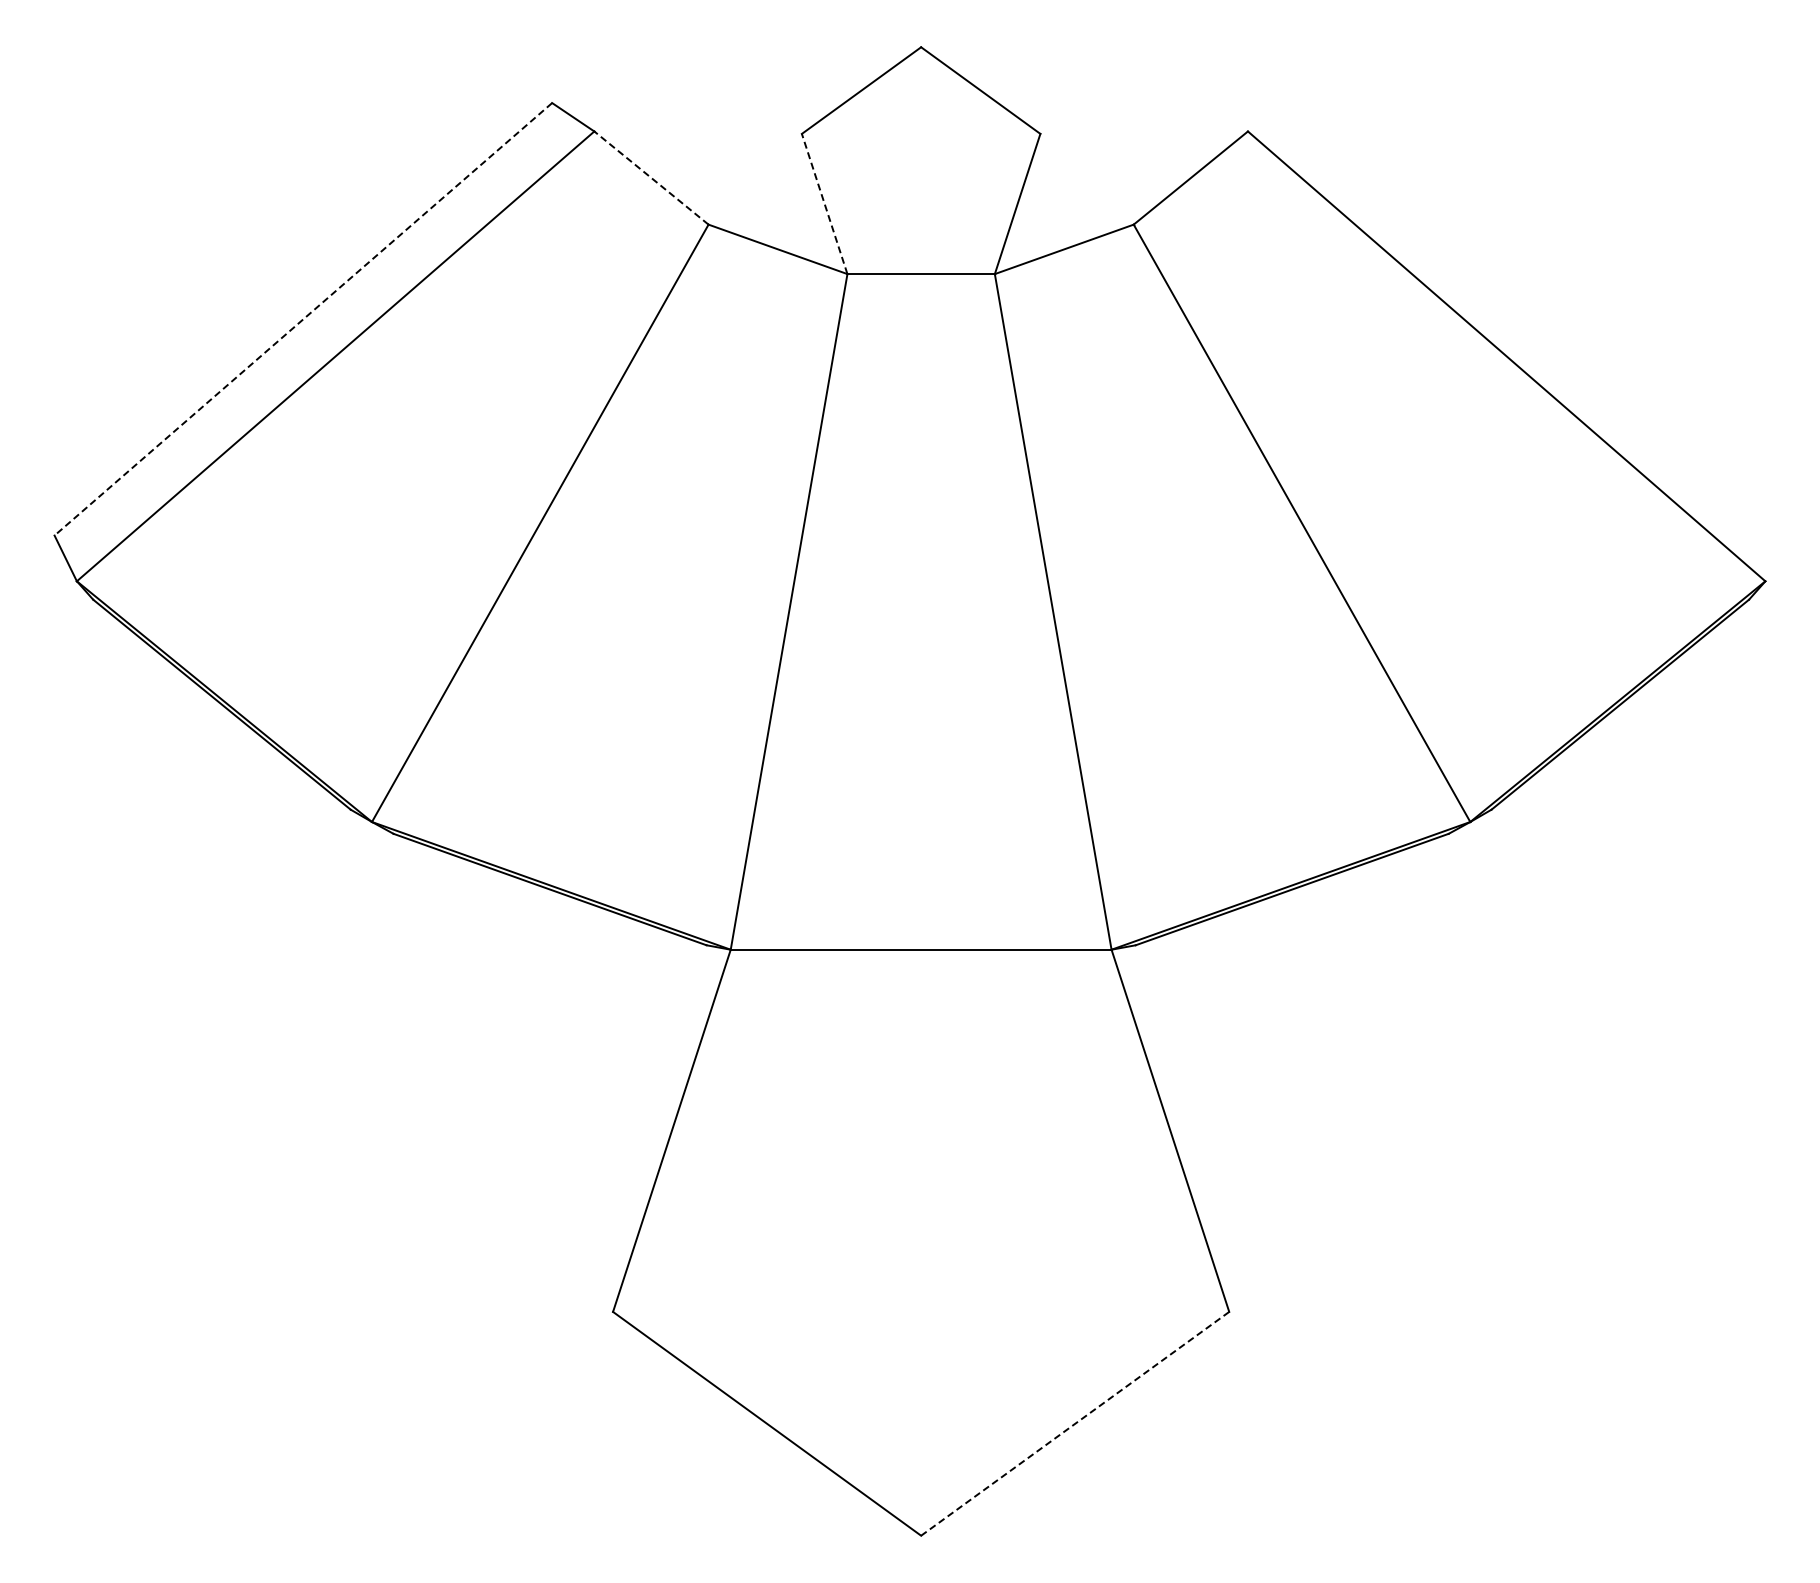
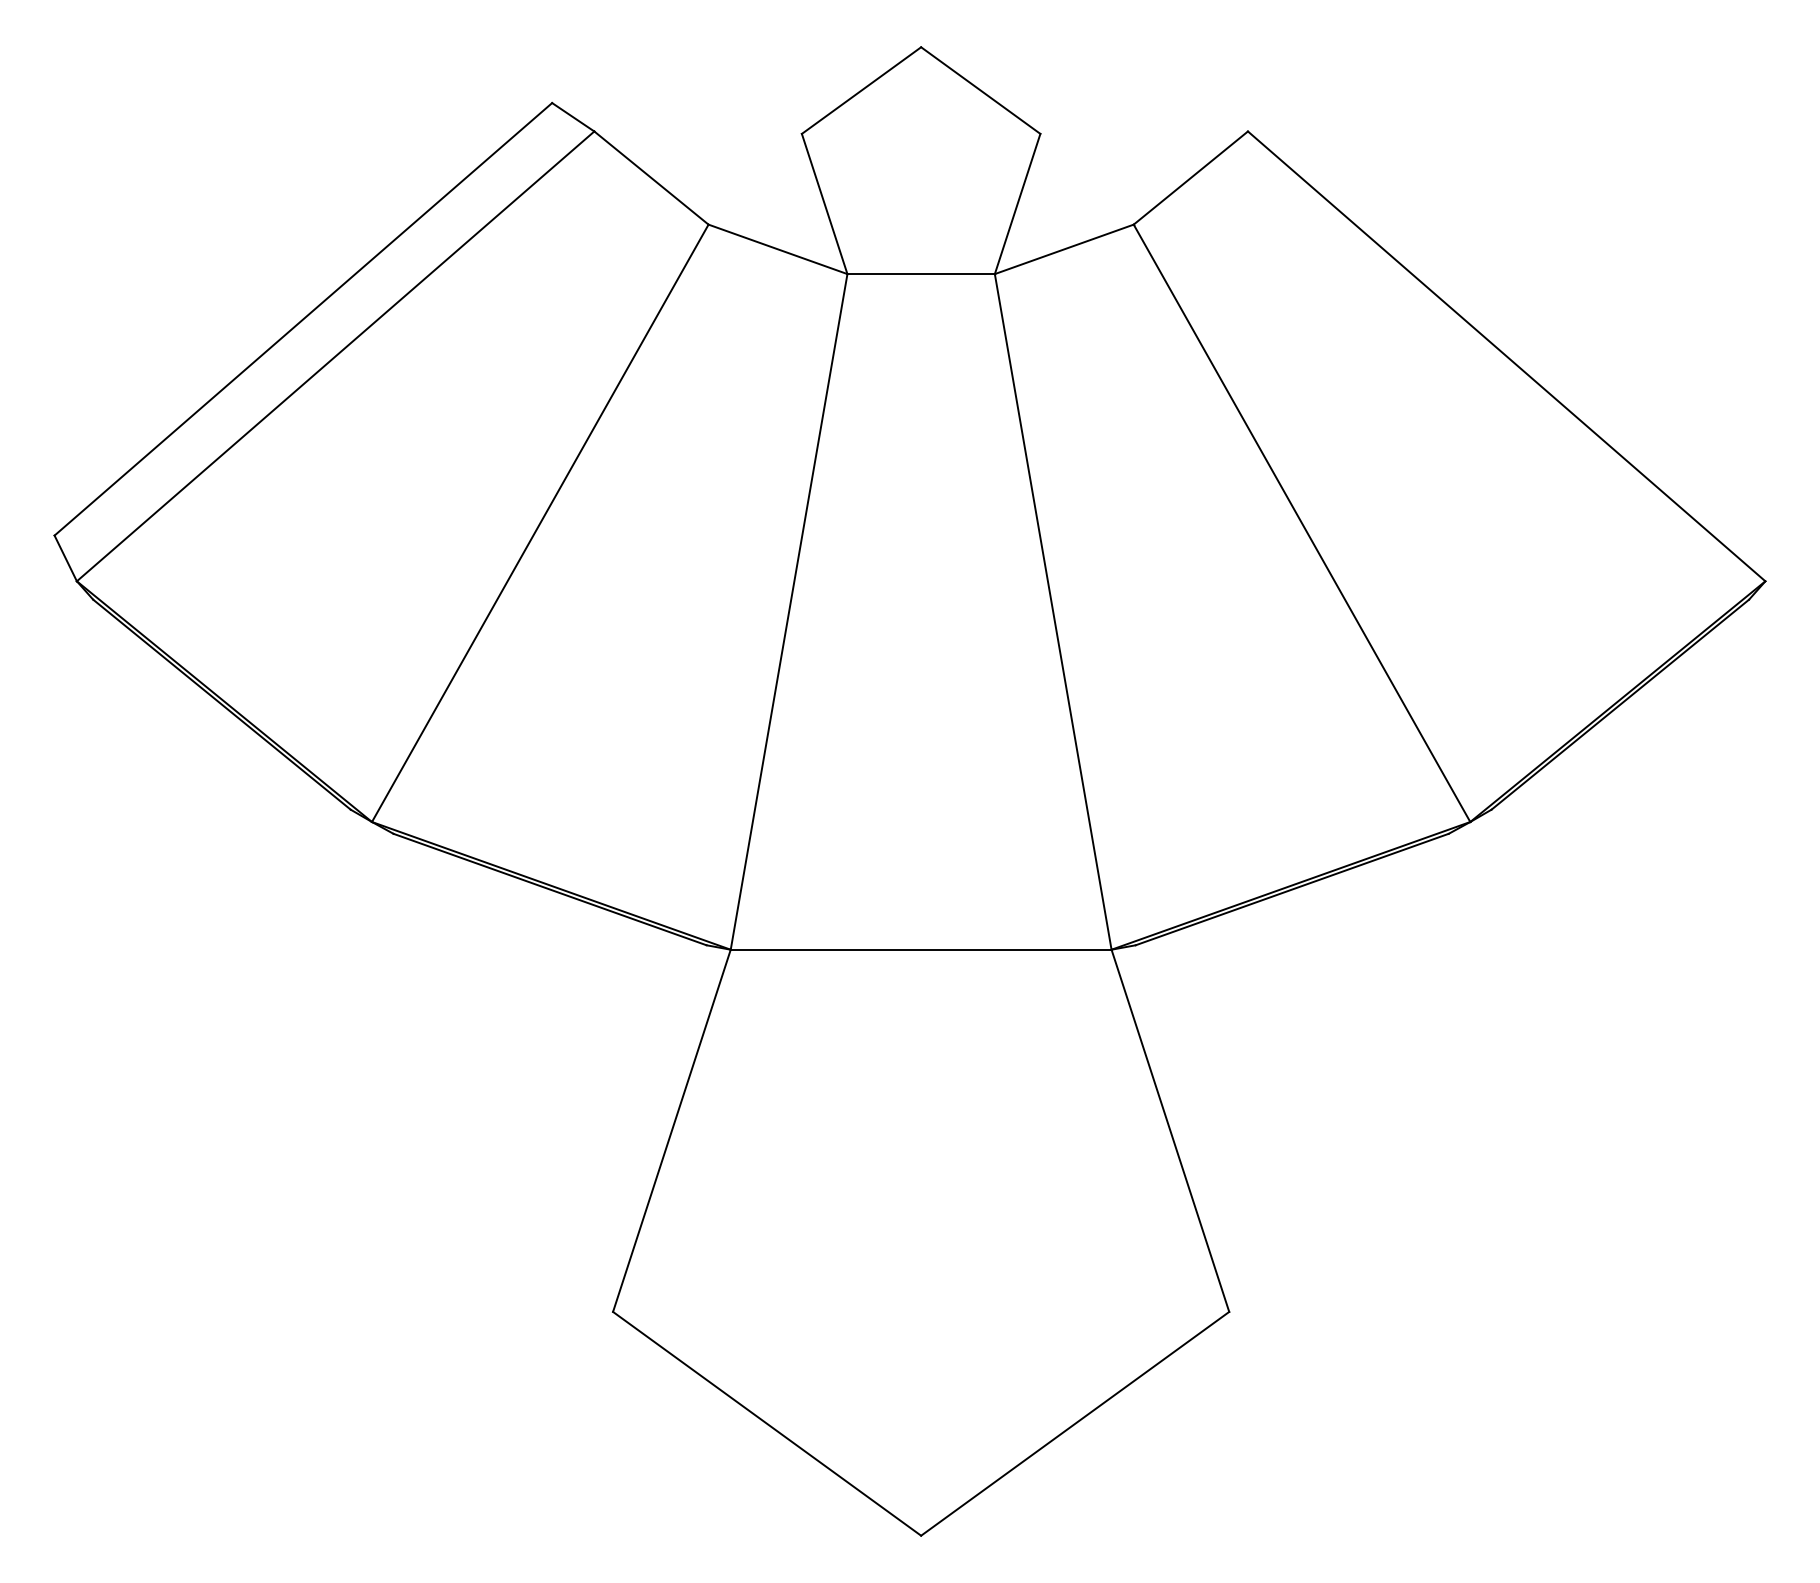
line at (651, 178): dashed -> solid
line at (824, 204): dashed -> solid
line at (303, 319): dashed -> solid
line at (1074, 1424): dashed -> solid
